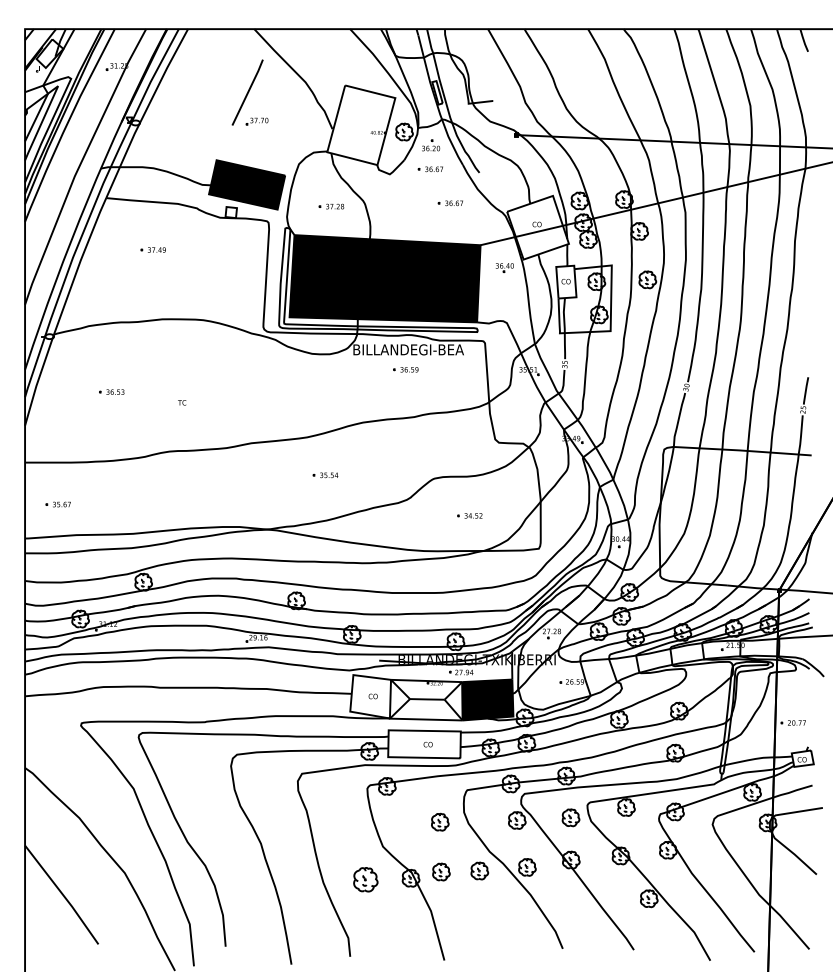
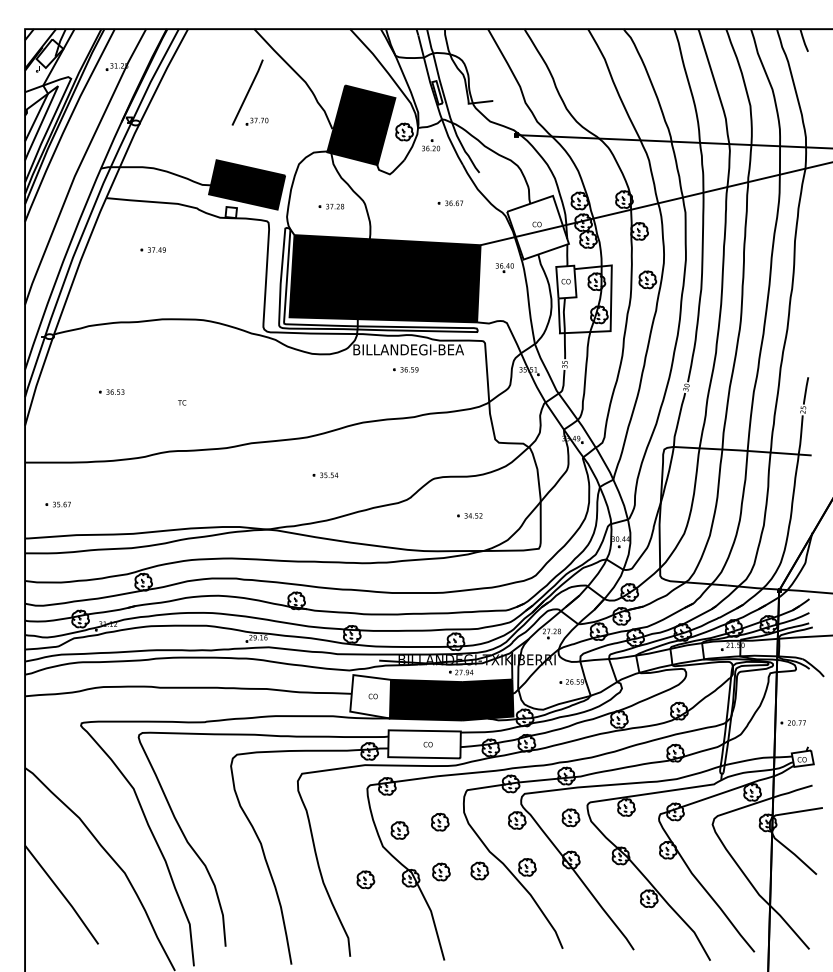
fill at (361, 125): none -> present
part at (429, 169): present -> none
fill at (425, 699): none -> present
part at (399, 830): none -> present
part at (365, 879) size: 26x26 px -> 20x20 px
